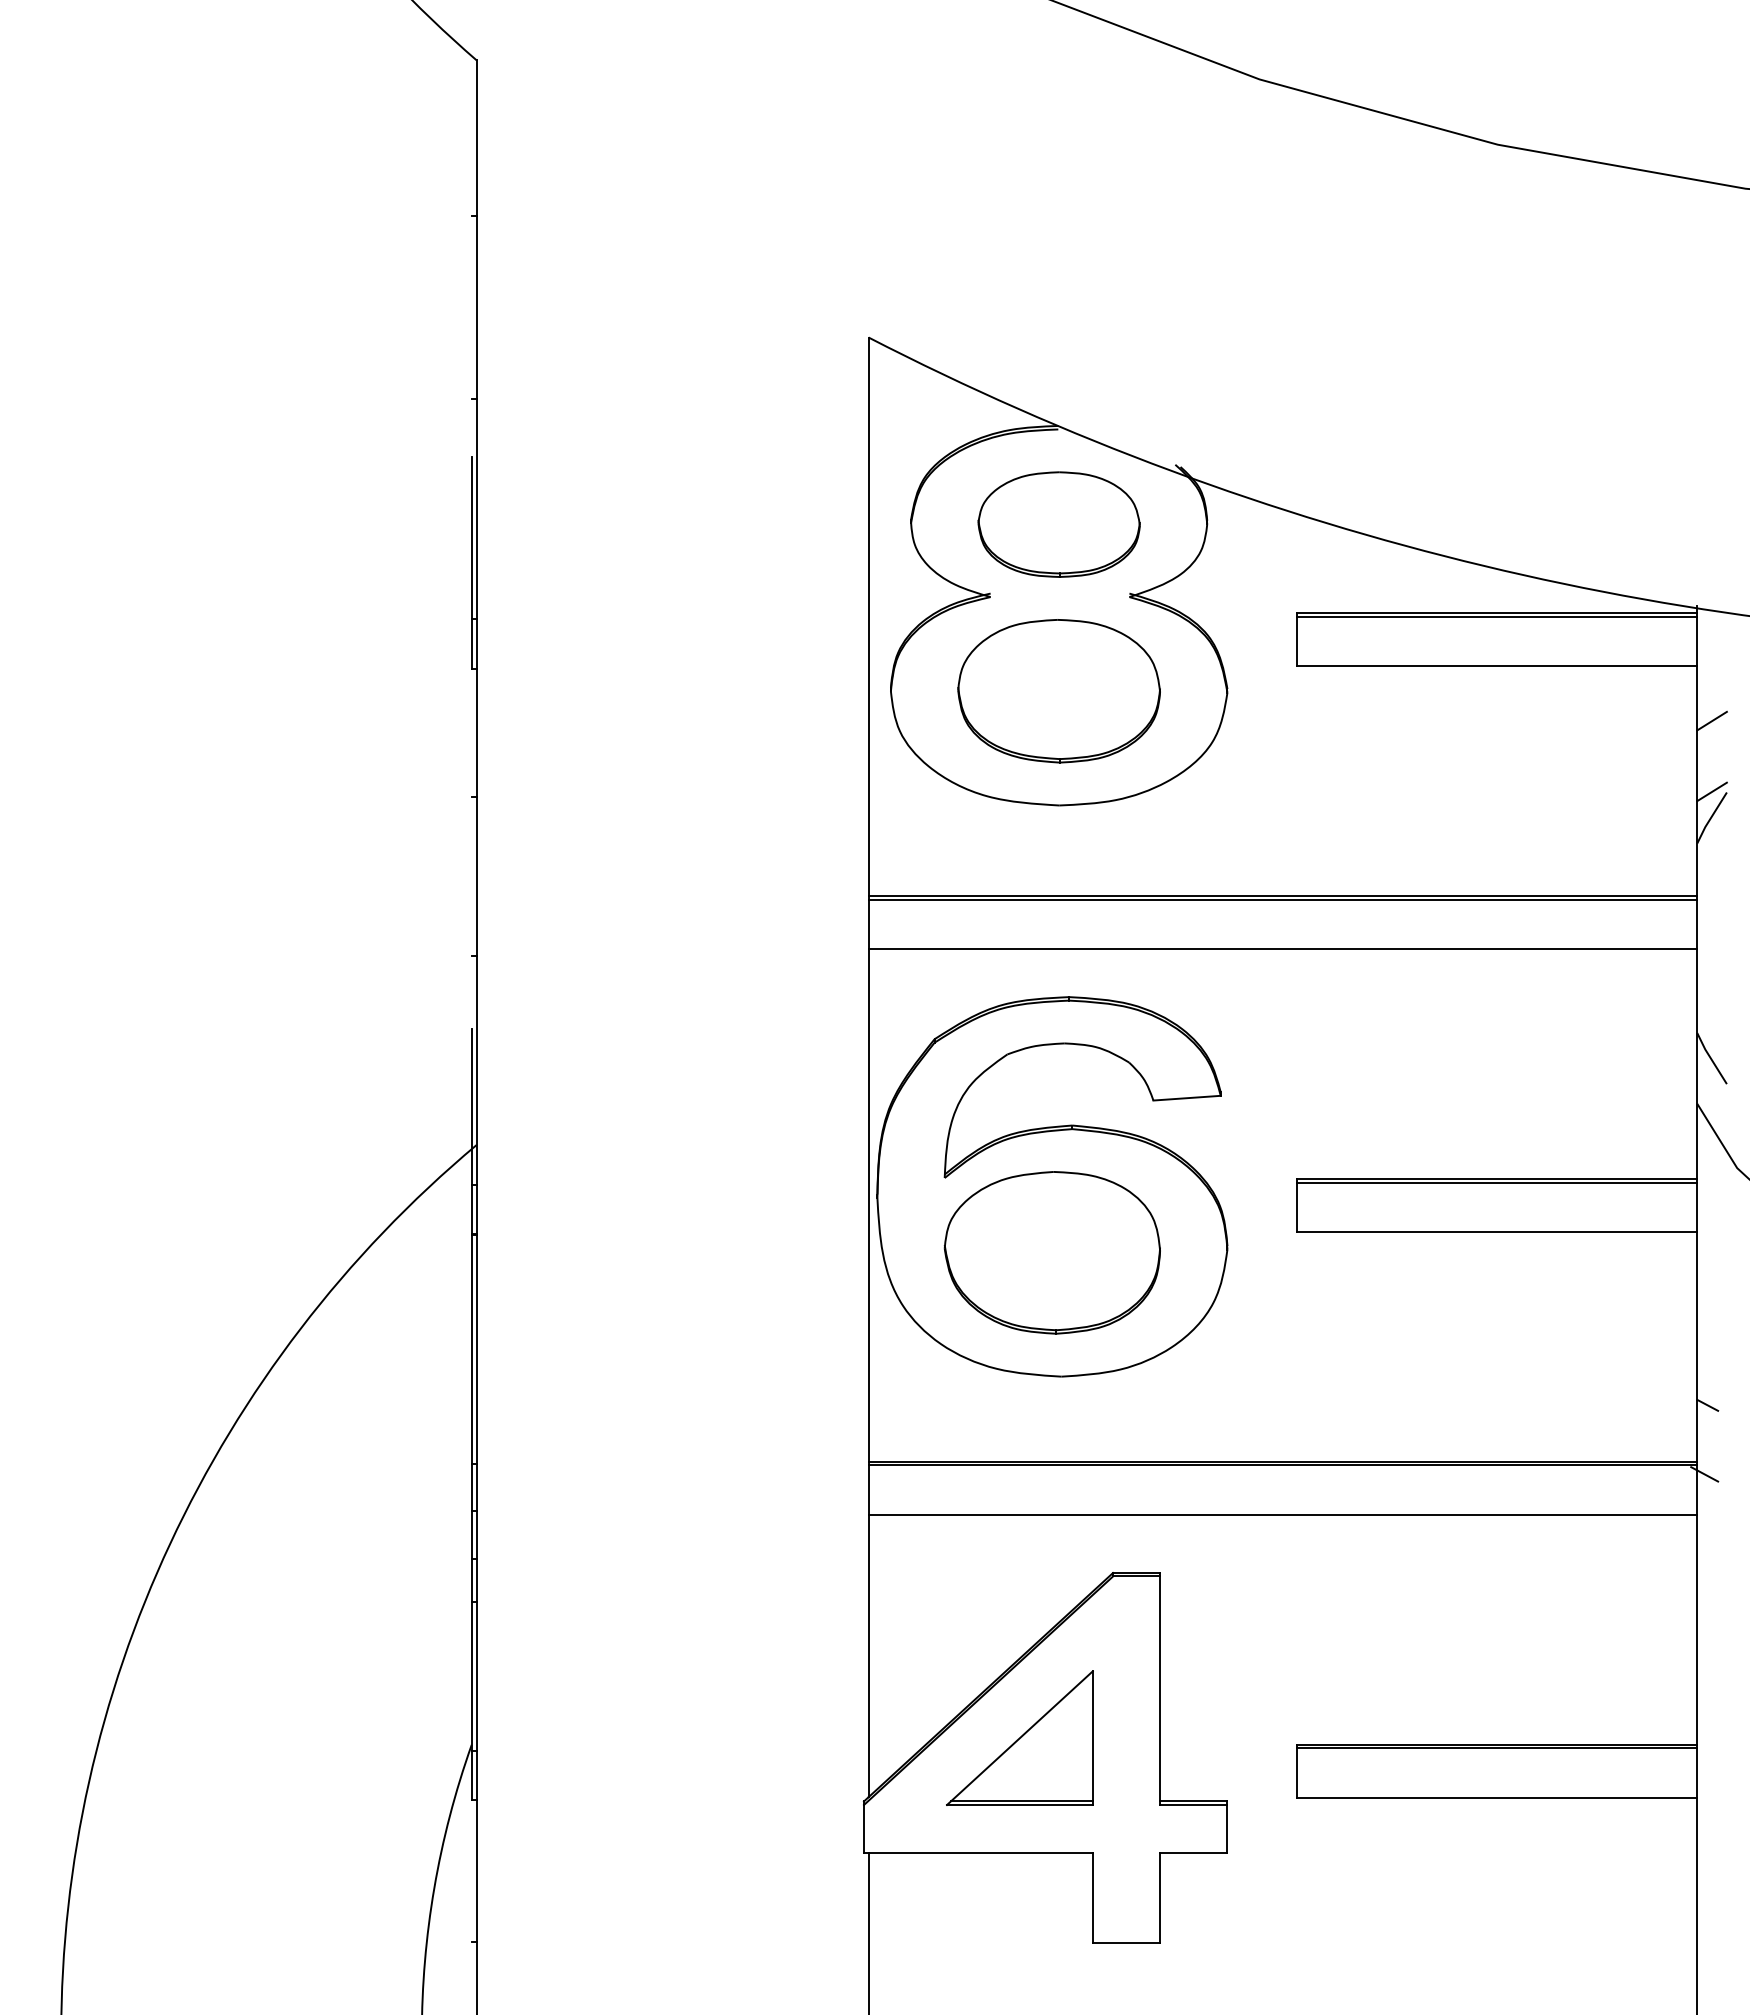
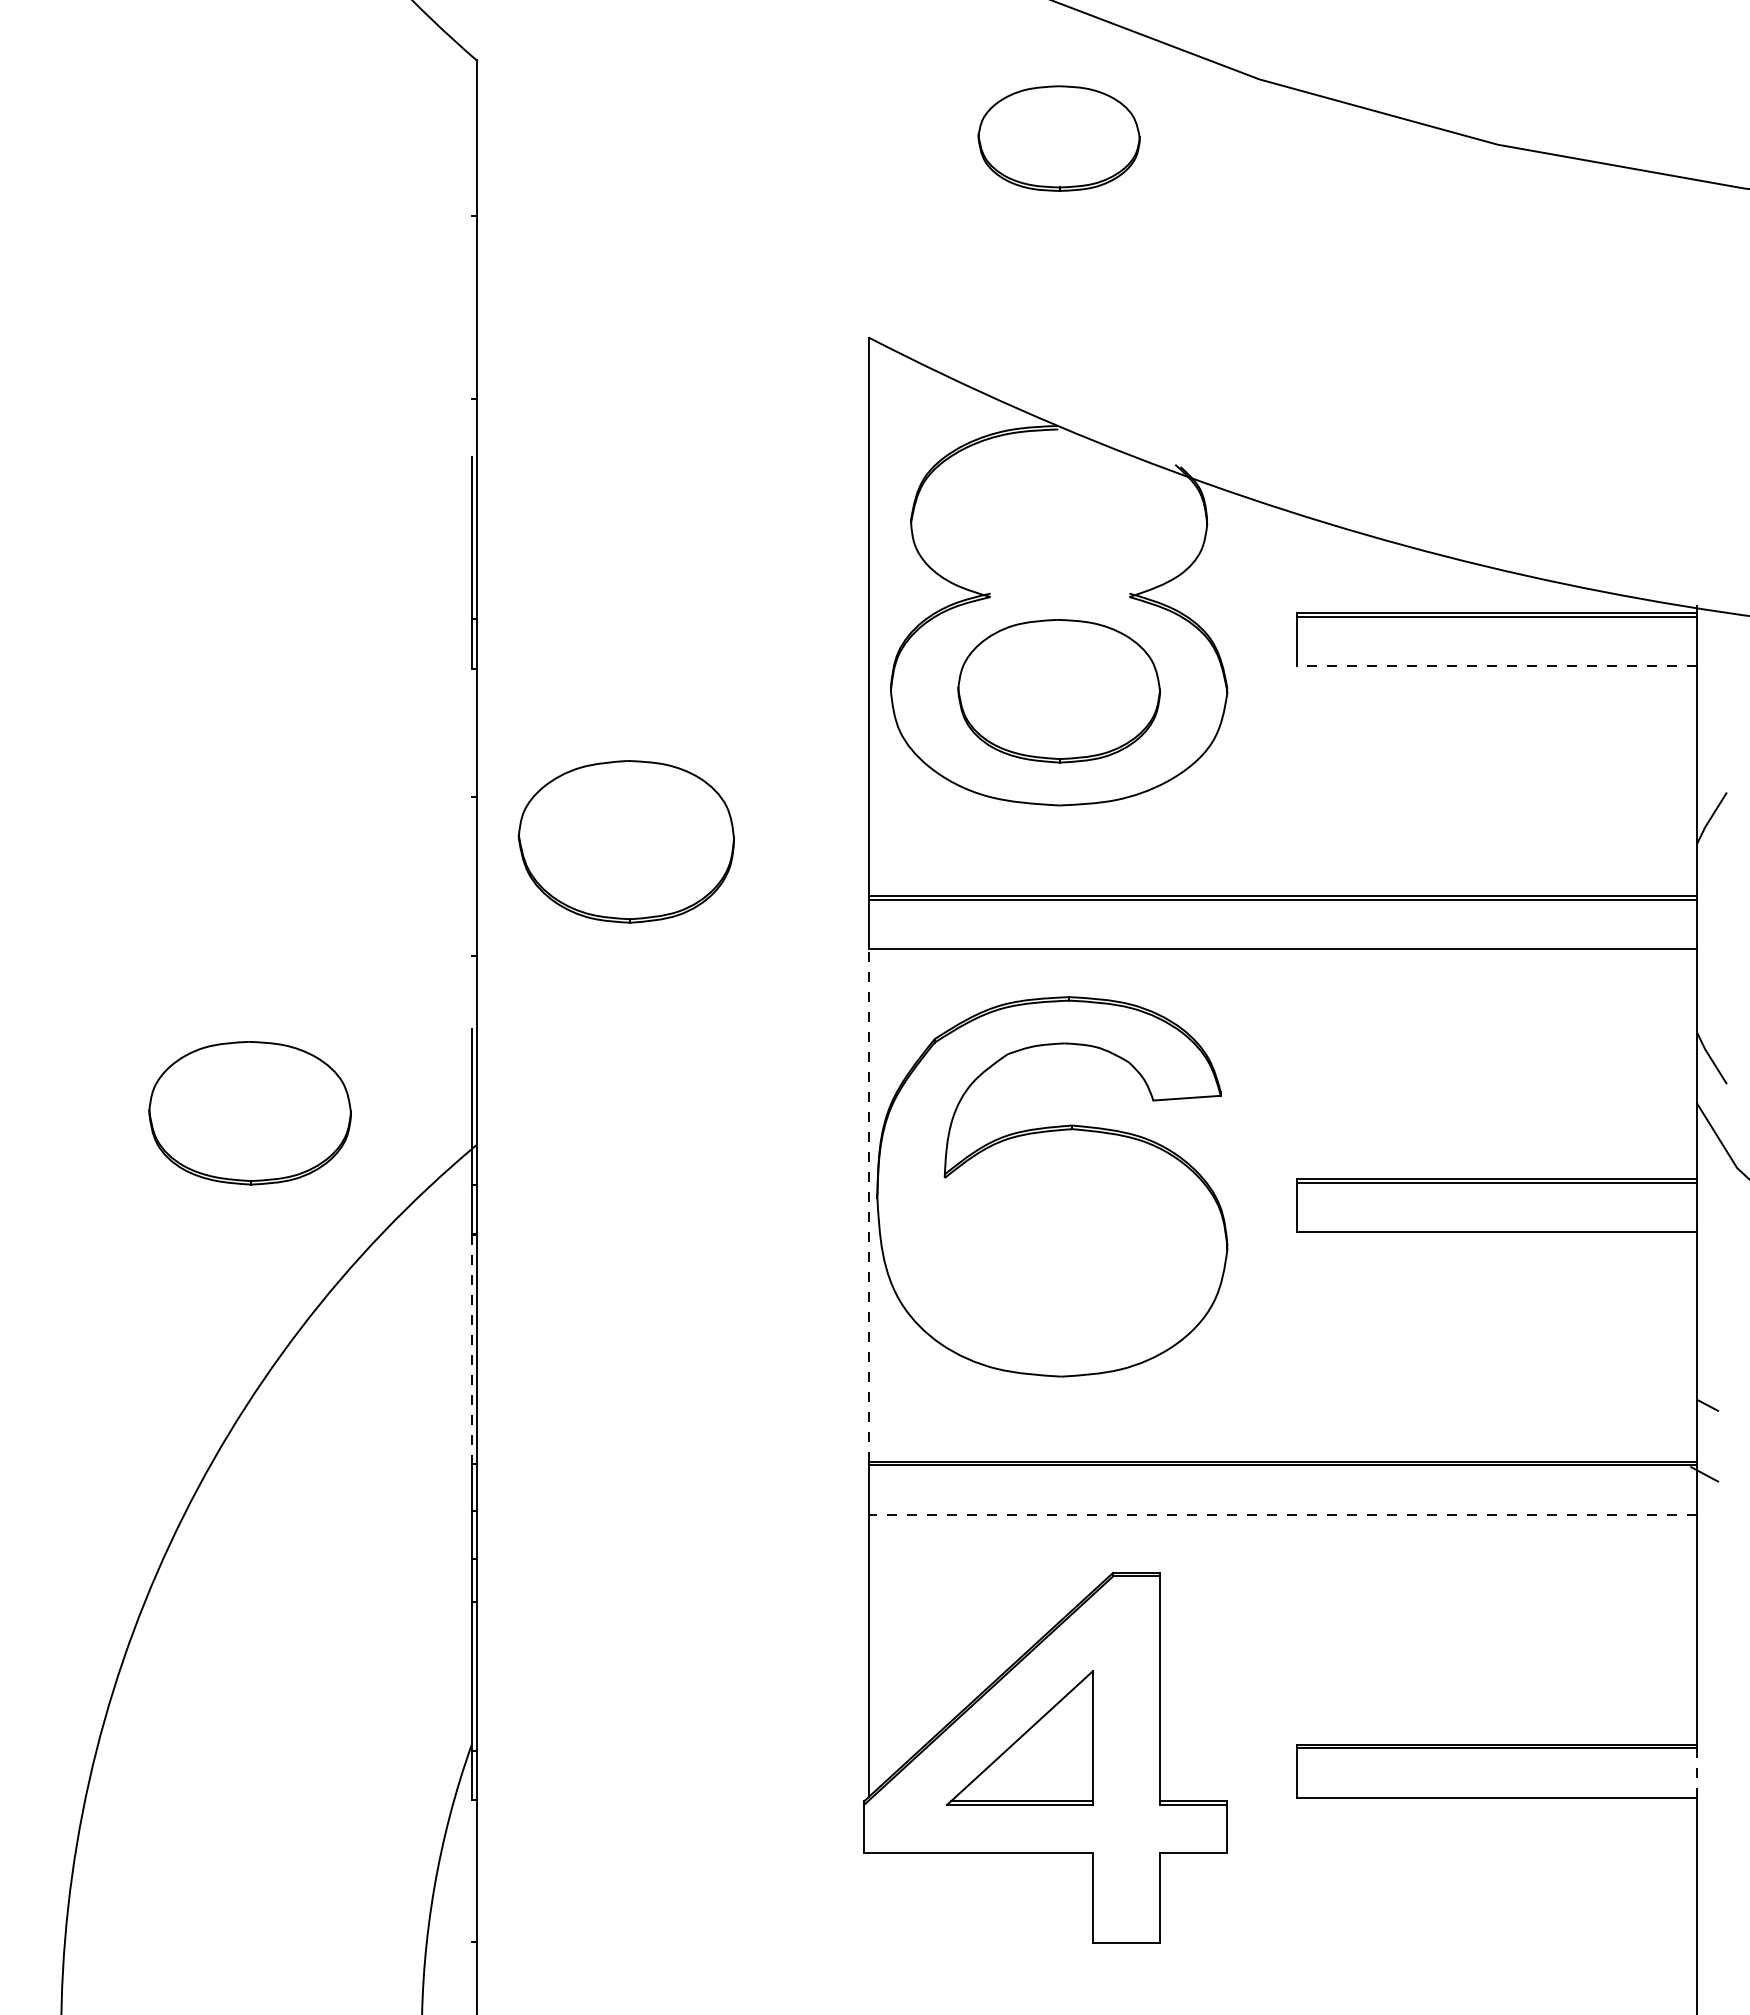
part at (1058, 524) position: (1058, 524) -> (1058, 138)
line at (1496, 666): solid -> dashed
line at (1711, 720): present -> none
line at (1711, 791): present -> none
part at (249, 1113): none -> present
line at (868, 1205): solid -> dashed
part at (1051, 1252) position: (1051, 1252) -> (625, 841)
line at (471, 1349): solid -> dashed
line at (1282, 1514): solid -> dashed
line at (1697, 1773): solid -> dashed
line at (868, 1931): present -> none
